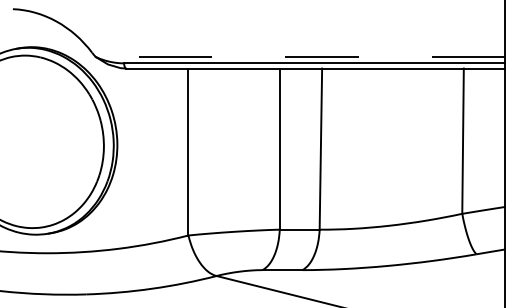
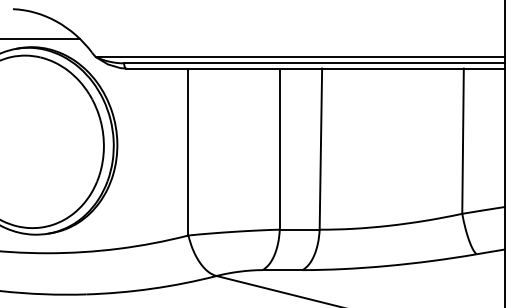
line at (40, 39): none -> present
line at (300, 57): dashed -> solid
